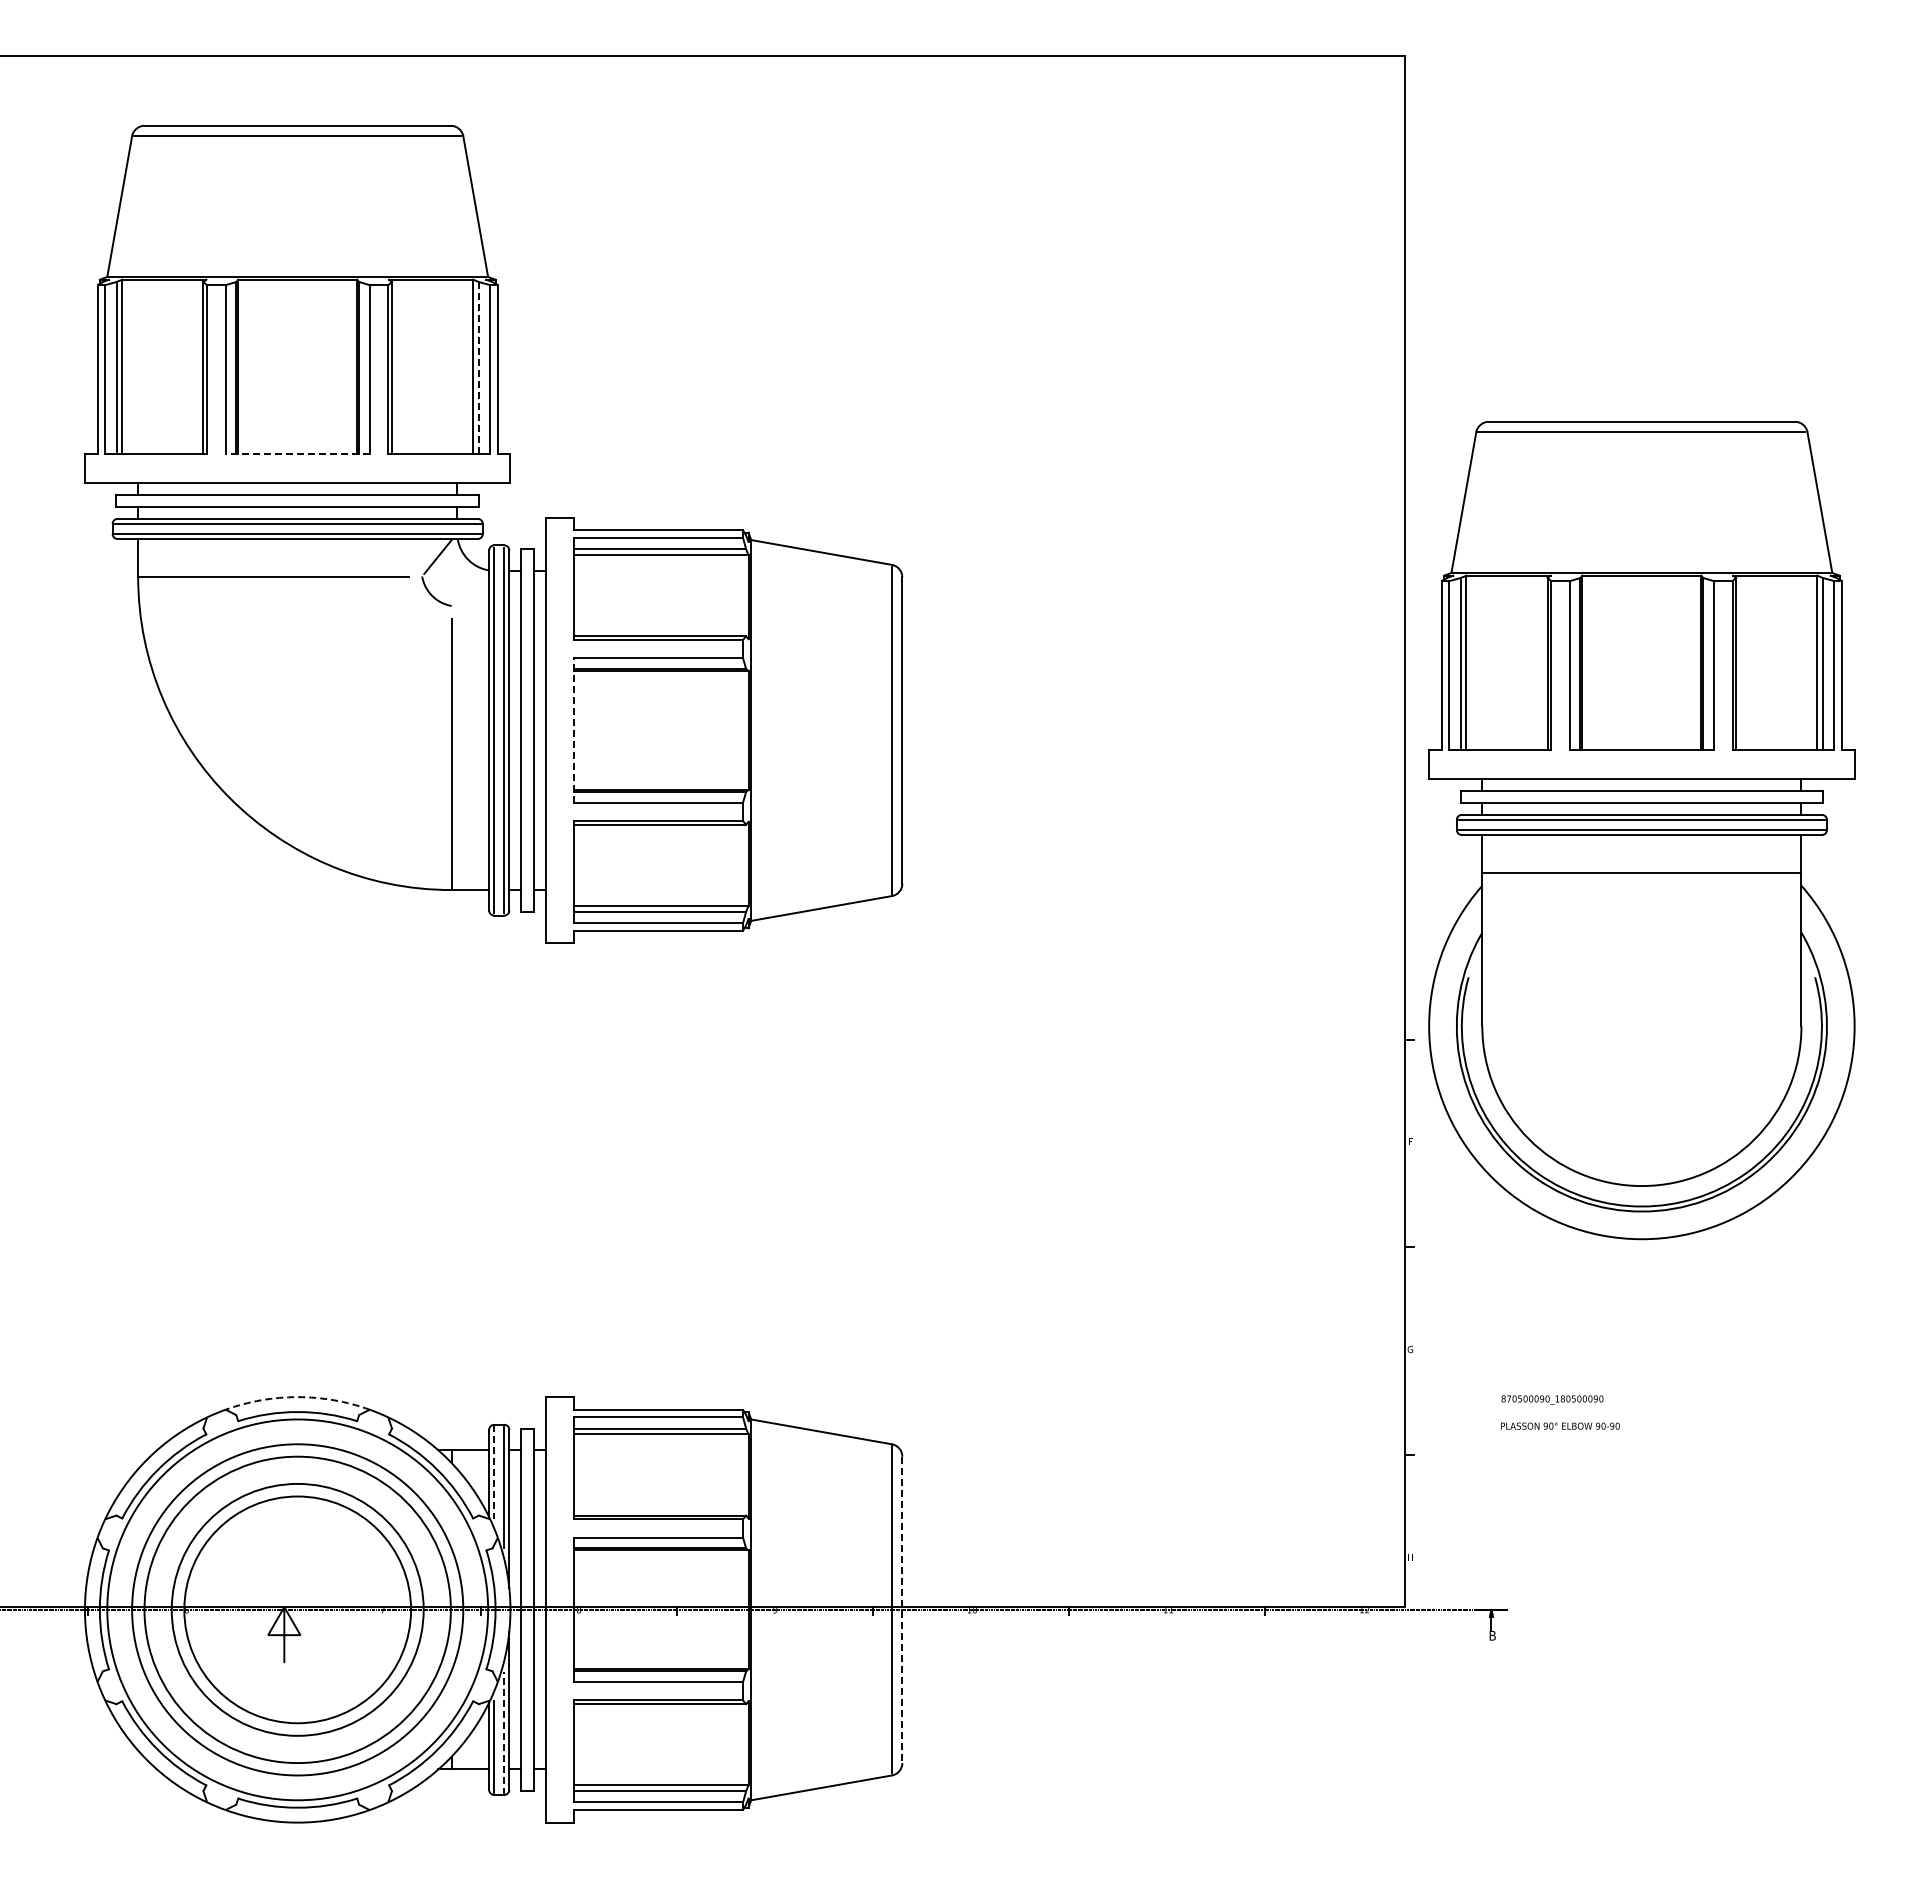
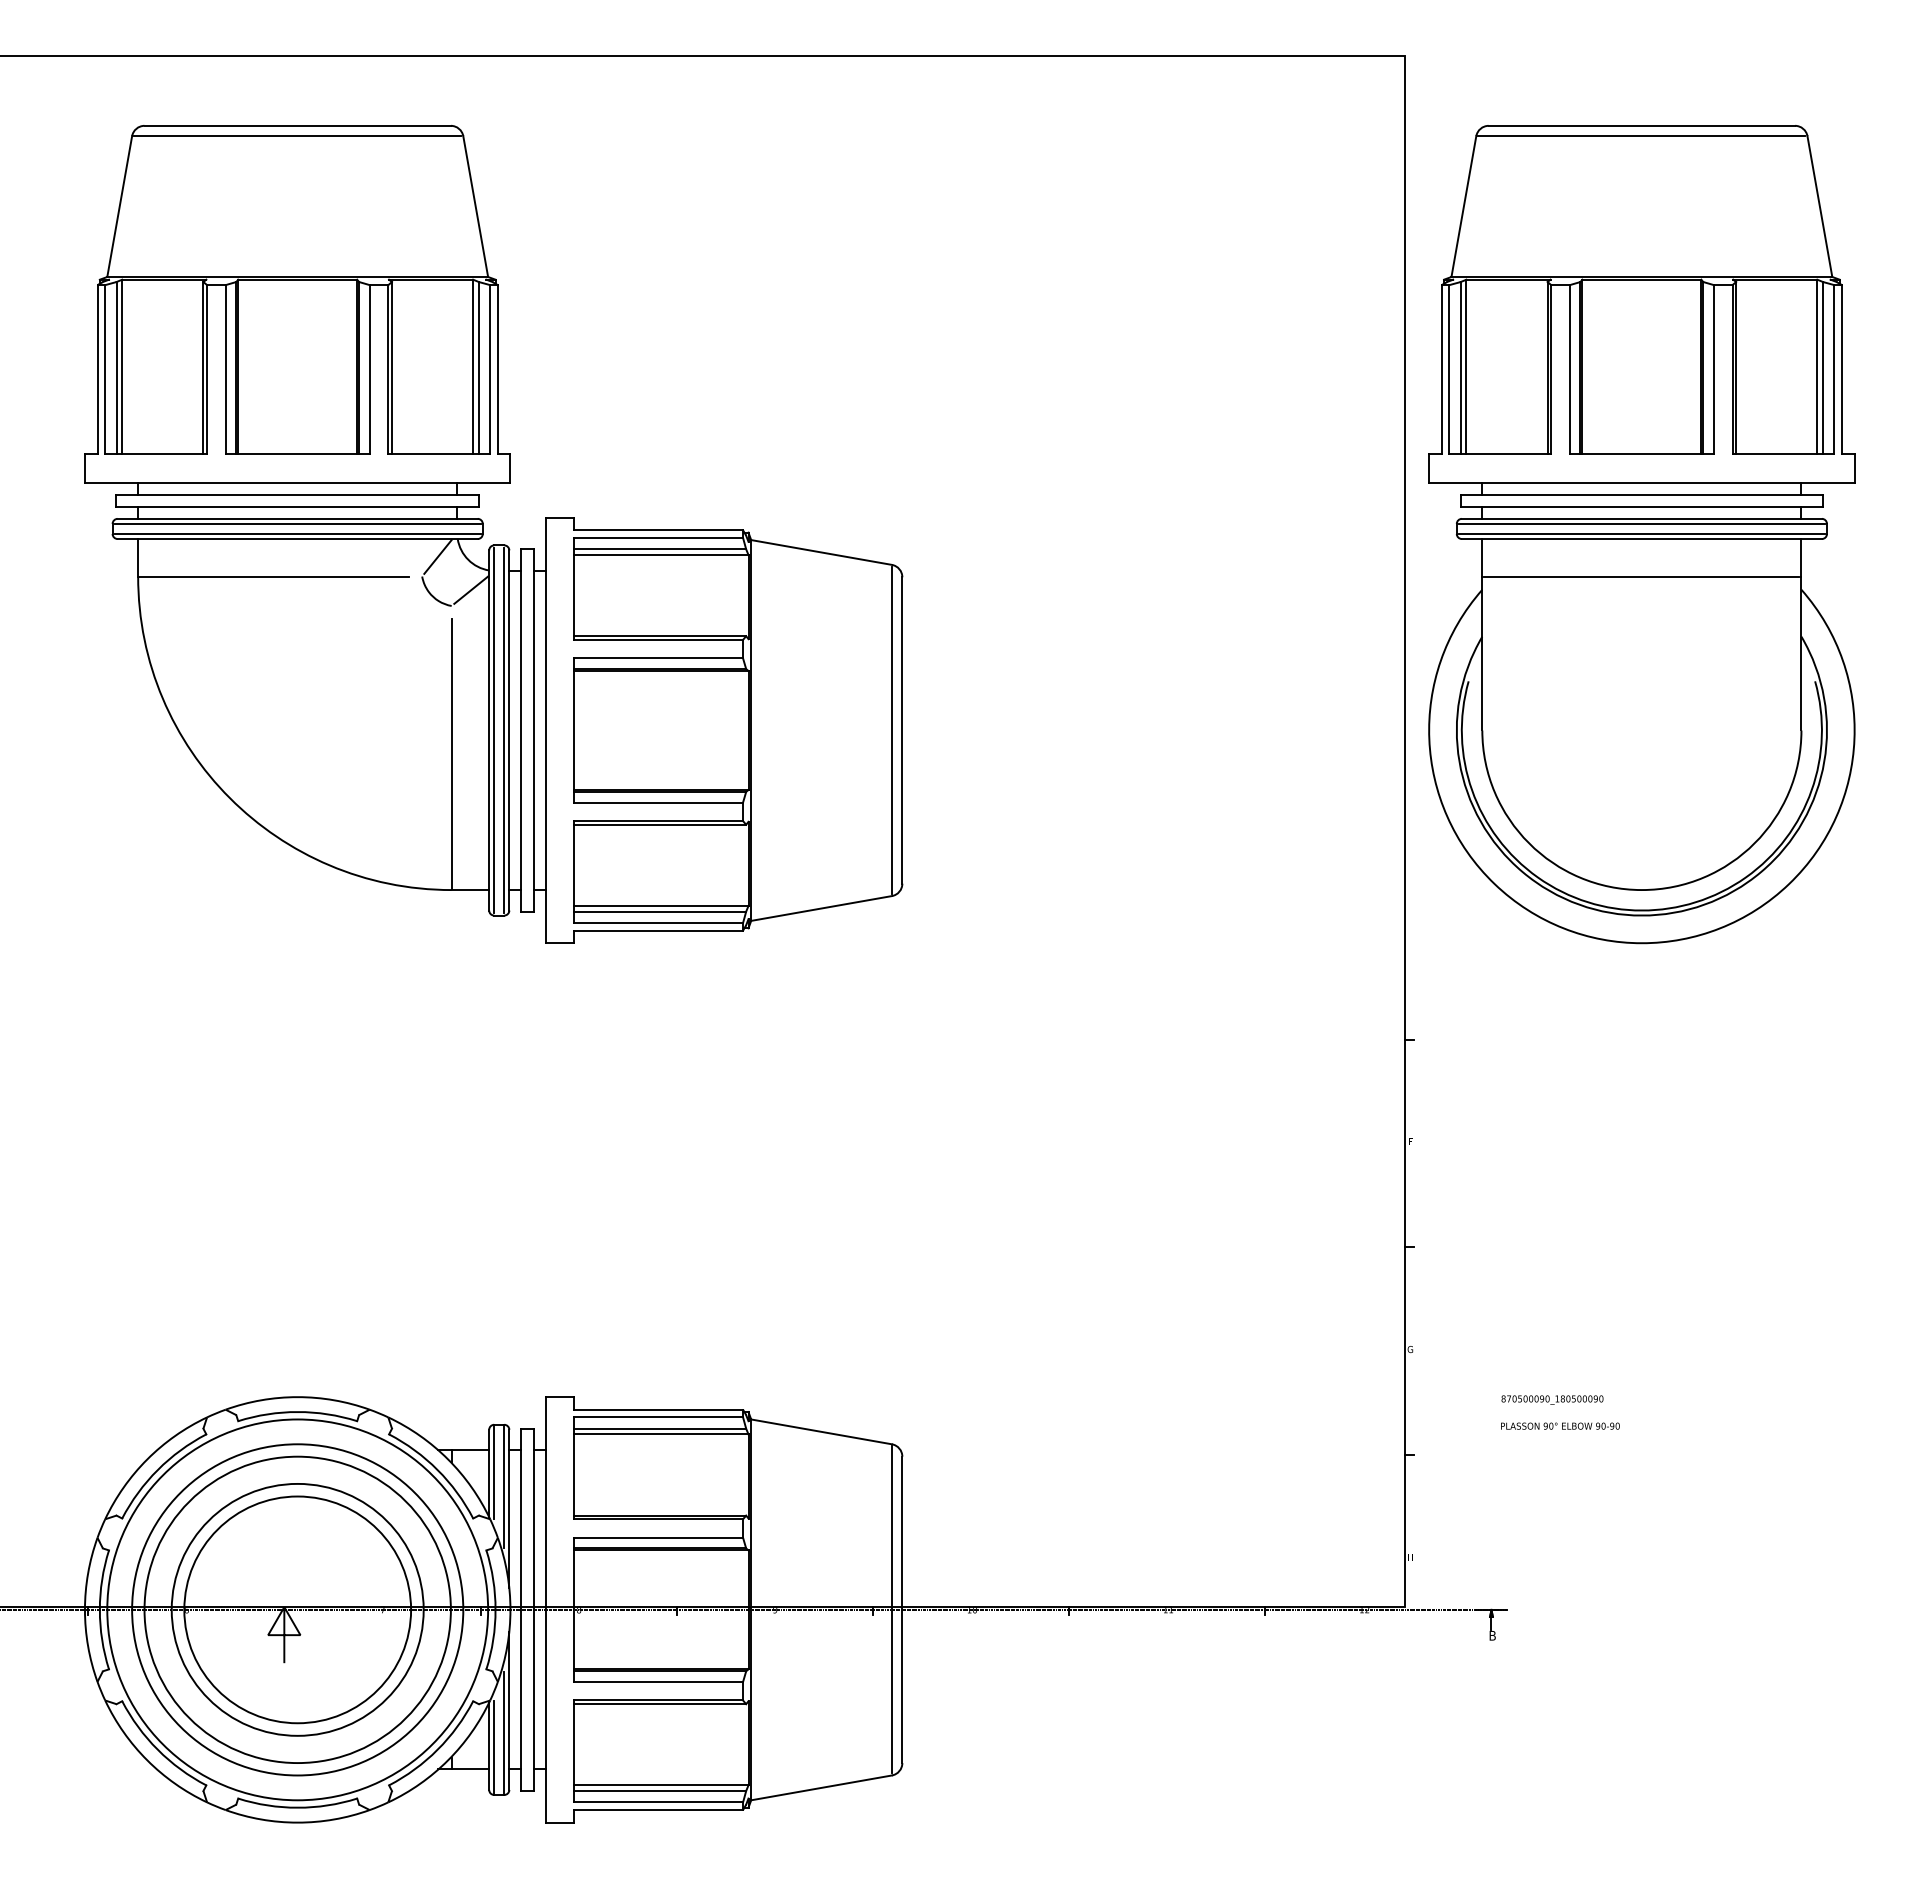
line at (478, 368): dashed -> solid
line at (297, 454): dashed -> solid
line at (471, 589): none -> present
line at (573, 730): dashed -> solid
part at (1641, 830) position: (1641, 830) -> (1641, 534)
arc at (297, 1397): dashed -> solid
line at (494, 1472): dashed -> solid
line at (902, 1610): dashed -> solid
line at (504, 1732): dashed -> solid
